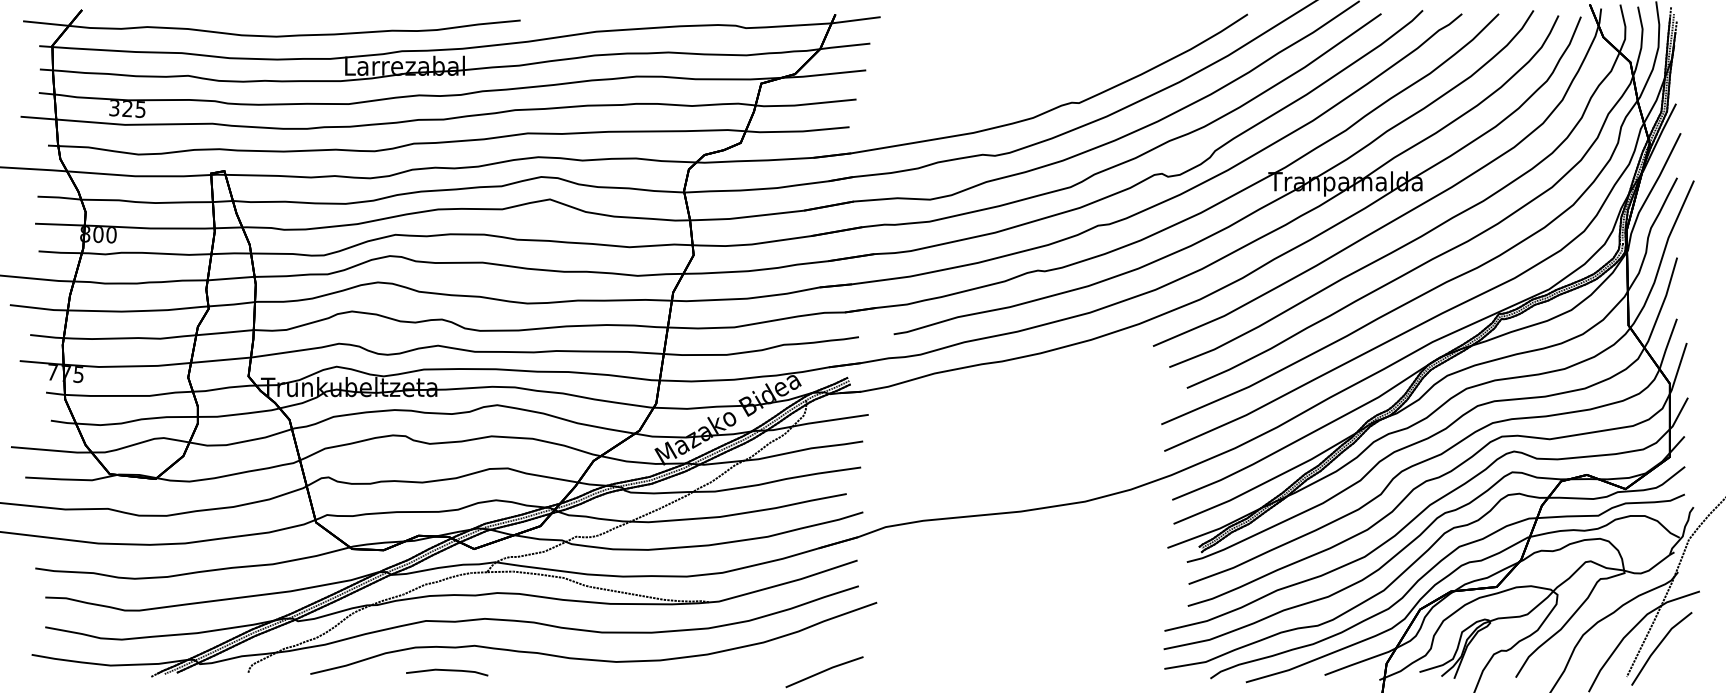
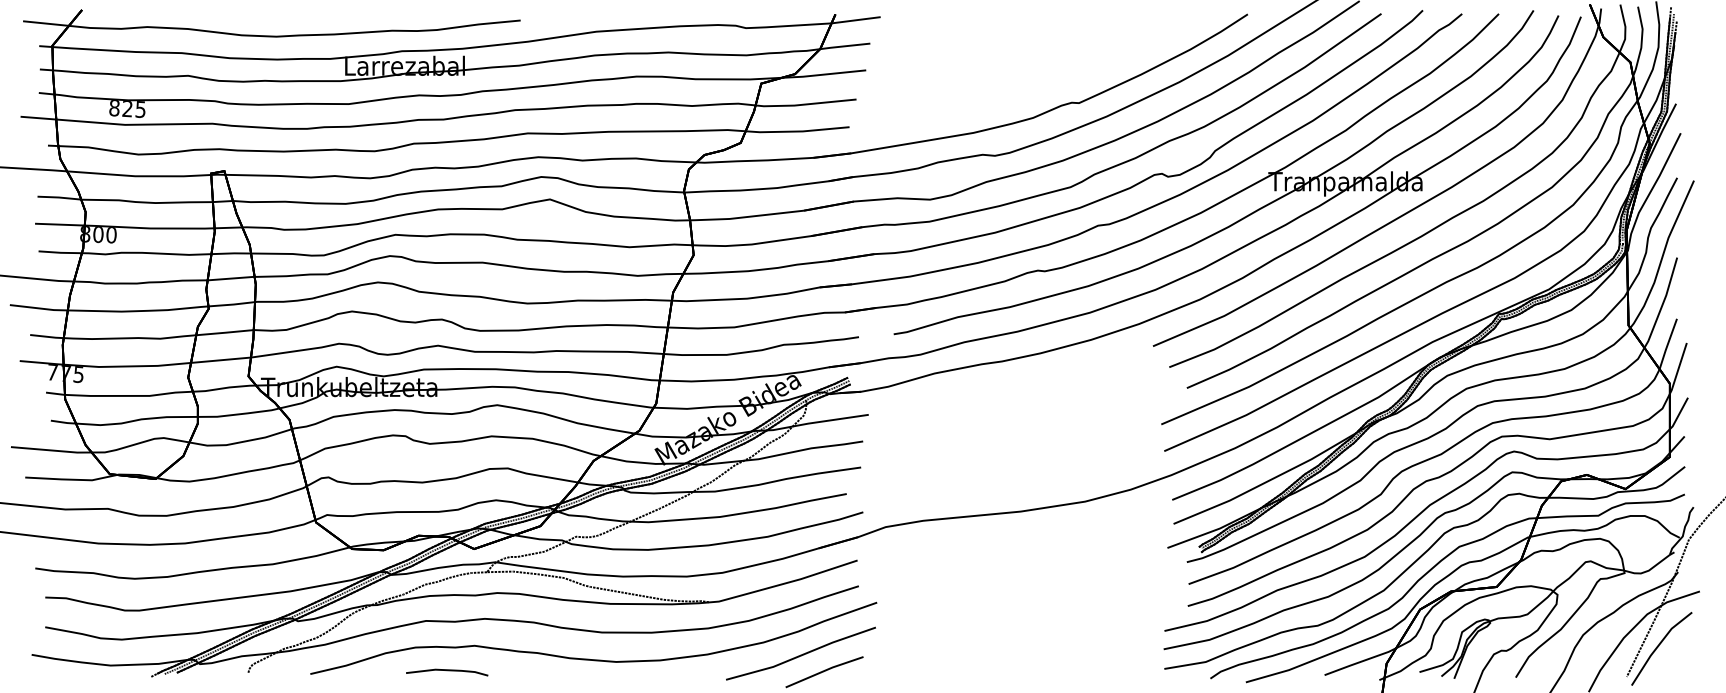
text at (114, 108): 325 -> 825
line at (800, 654): none -> present
